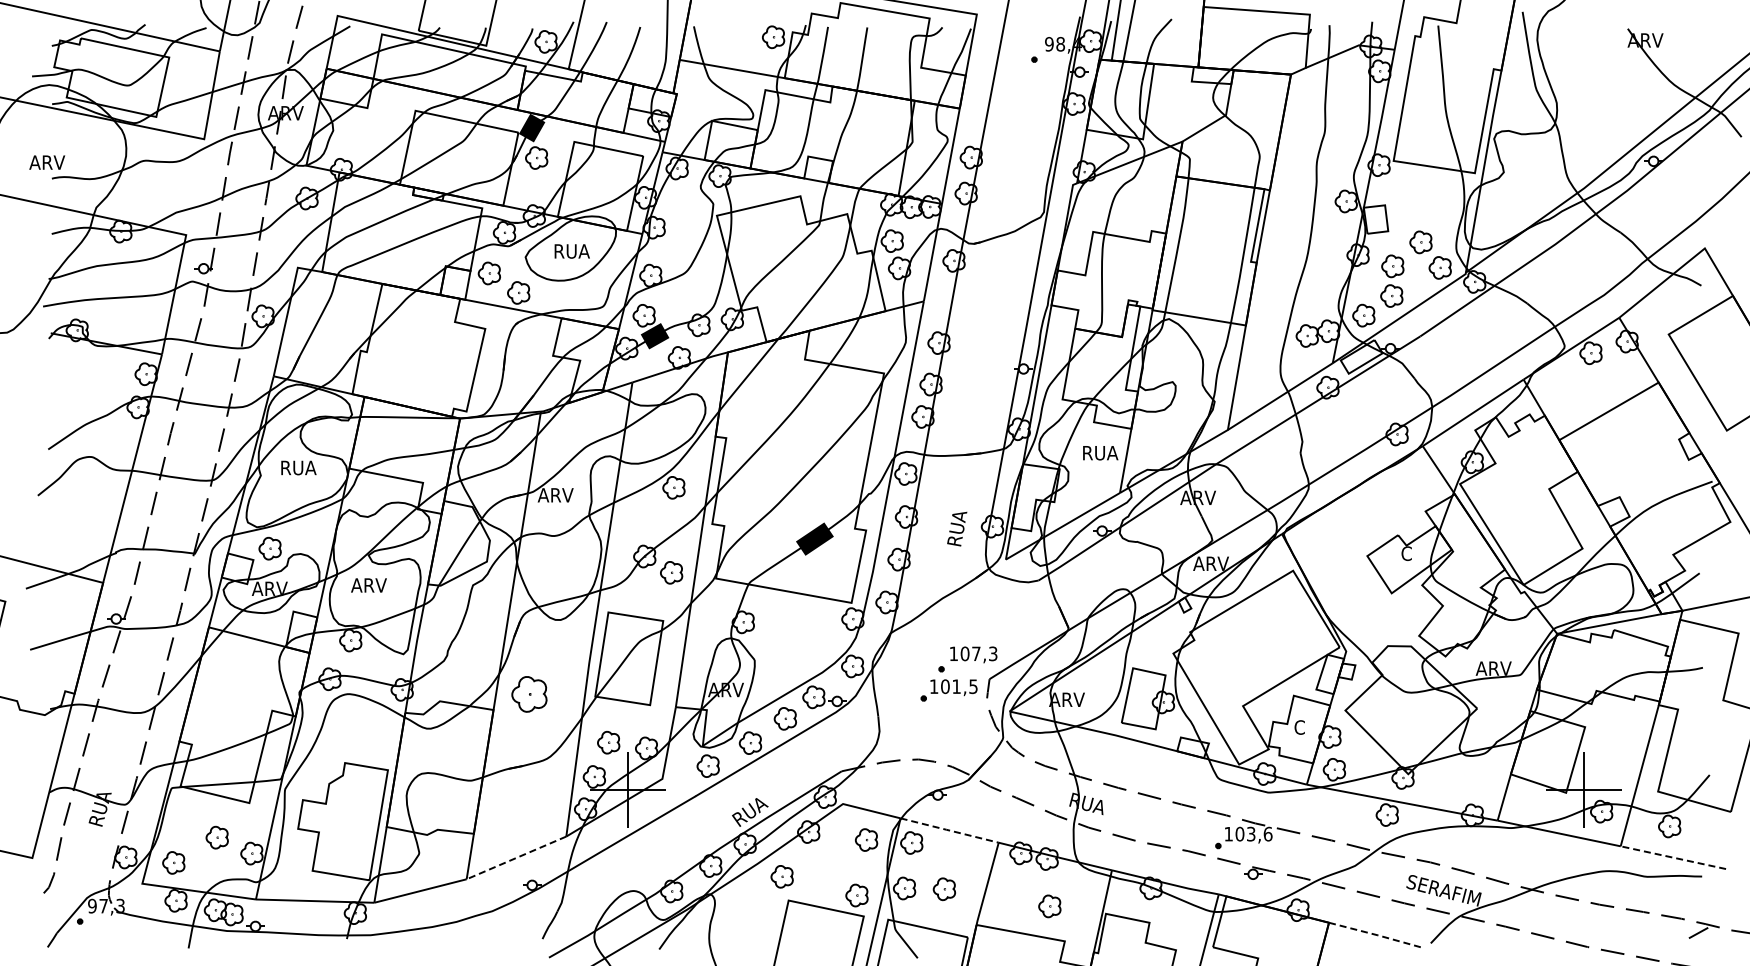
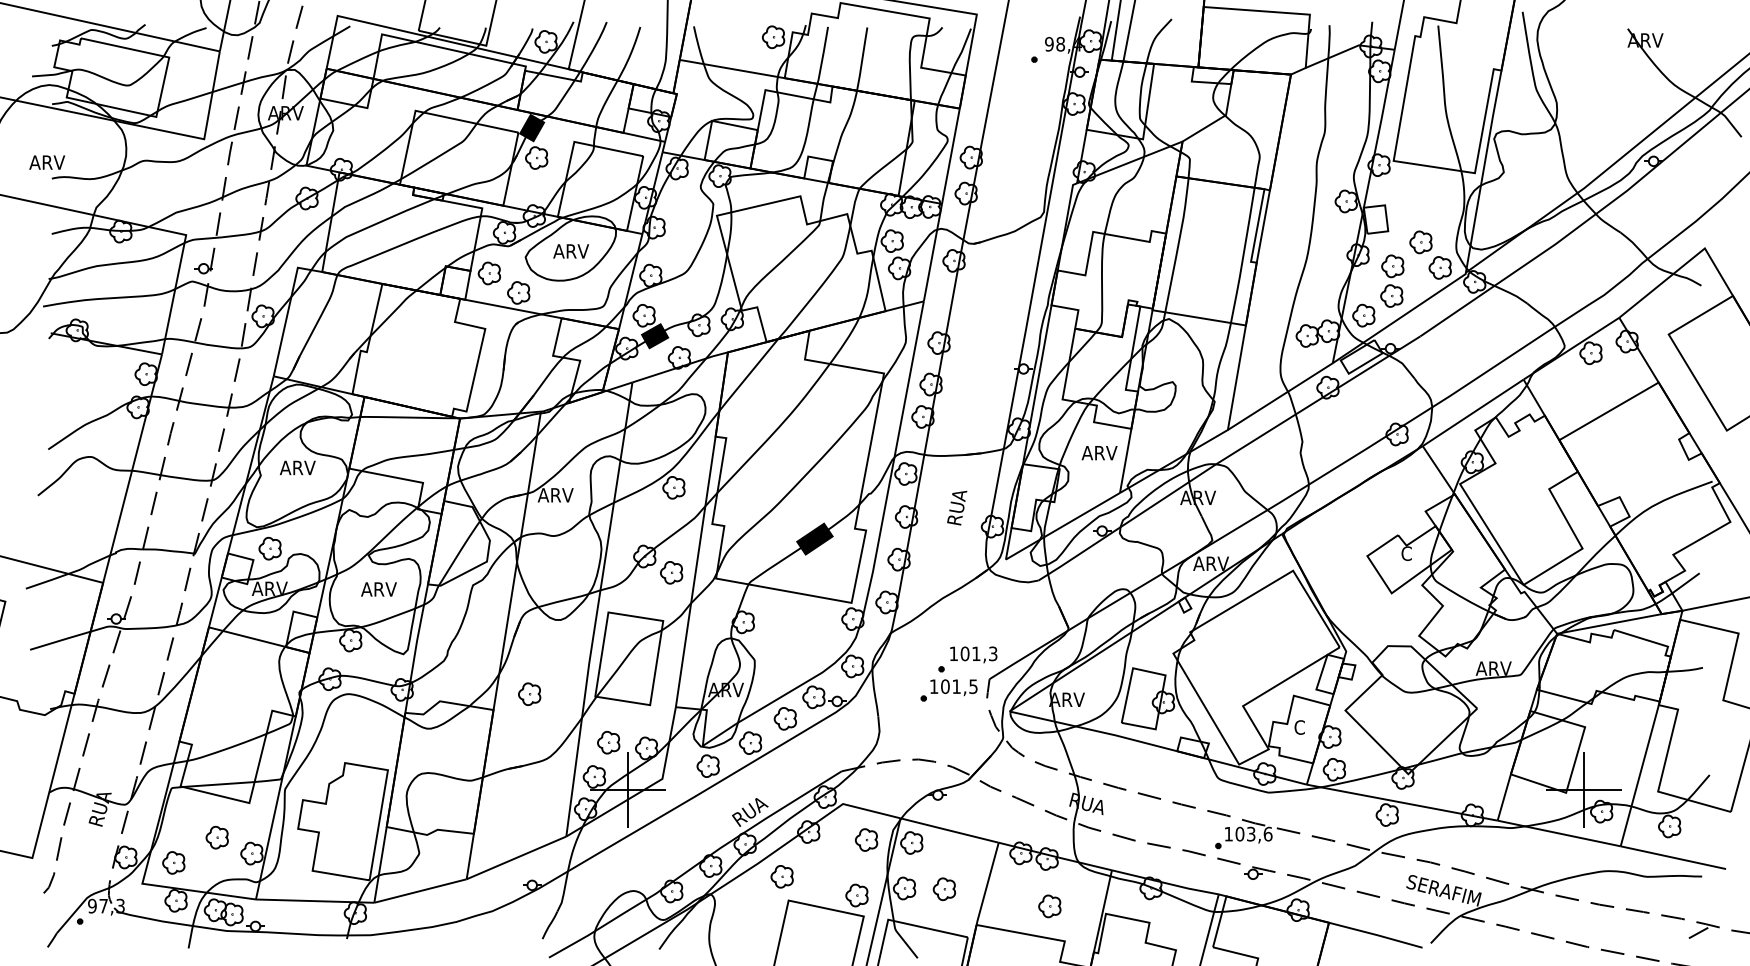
text at (571, 251): RUA -> ARV
text at (1099, 453): RUA -> ARV
text at (297, 467): RUA -> ARV
text at (957, 528) position: (957, 528) -> (957, 507)
text at (368, 585) position: (368, 585) -> (378, 589)
text at (976, 653): 107,3 -> 101,3
part at (529, 694) size: 37x37 px -> 24x24 px
line at (949, 830): dashed -> solid
line at (1673, 857): dashed -> solid
line at (516, 858): dashed -> solid
line at (1376, 935): dashed -> solid
